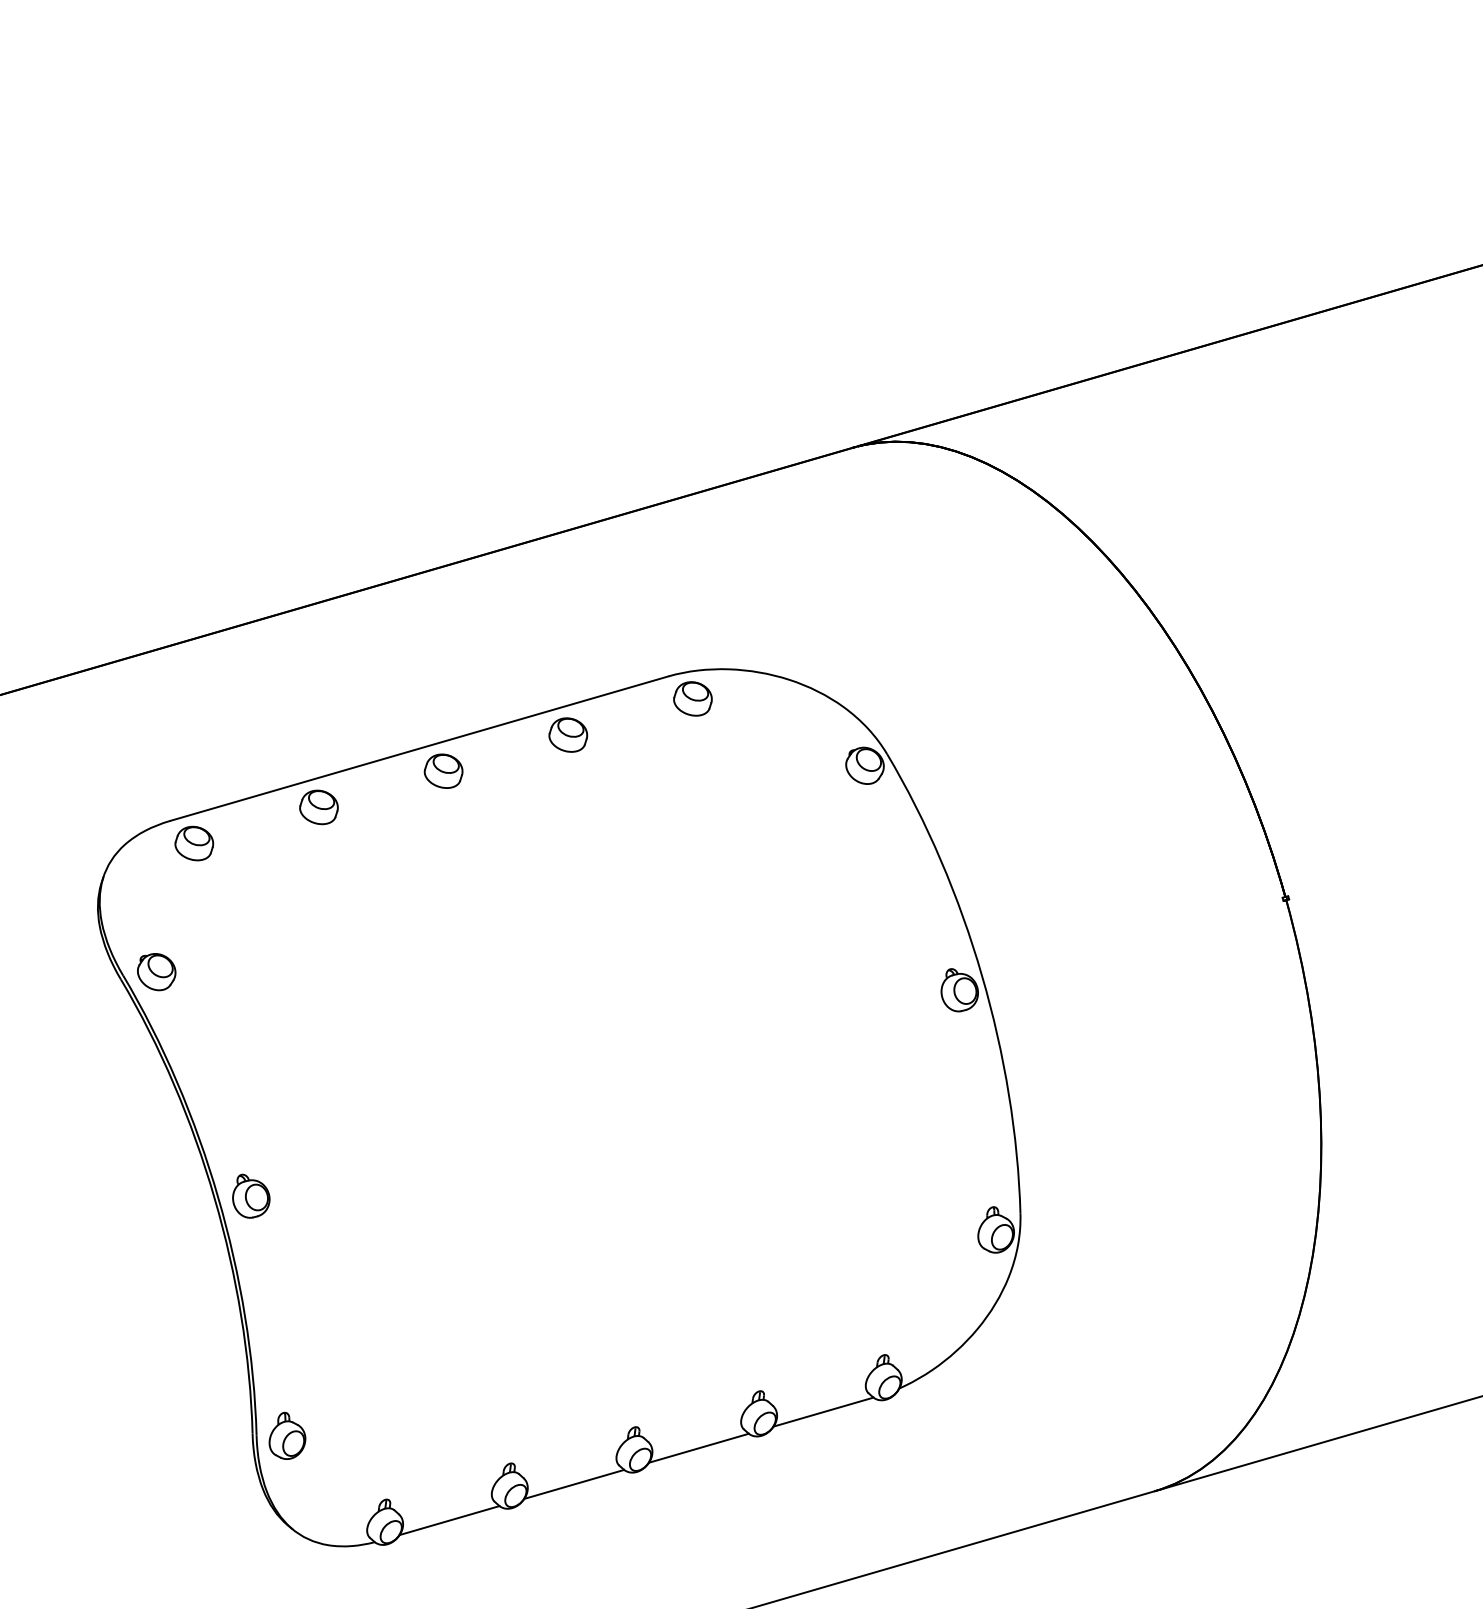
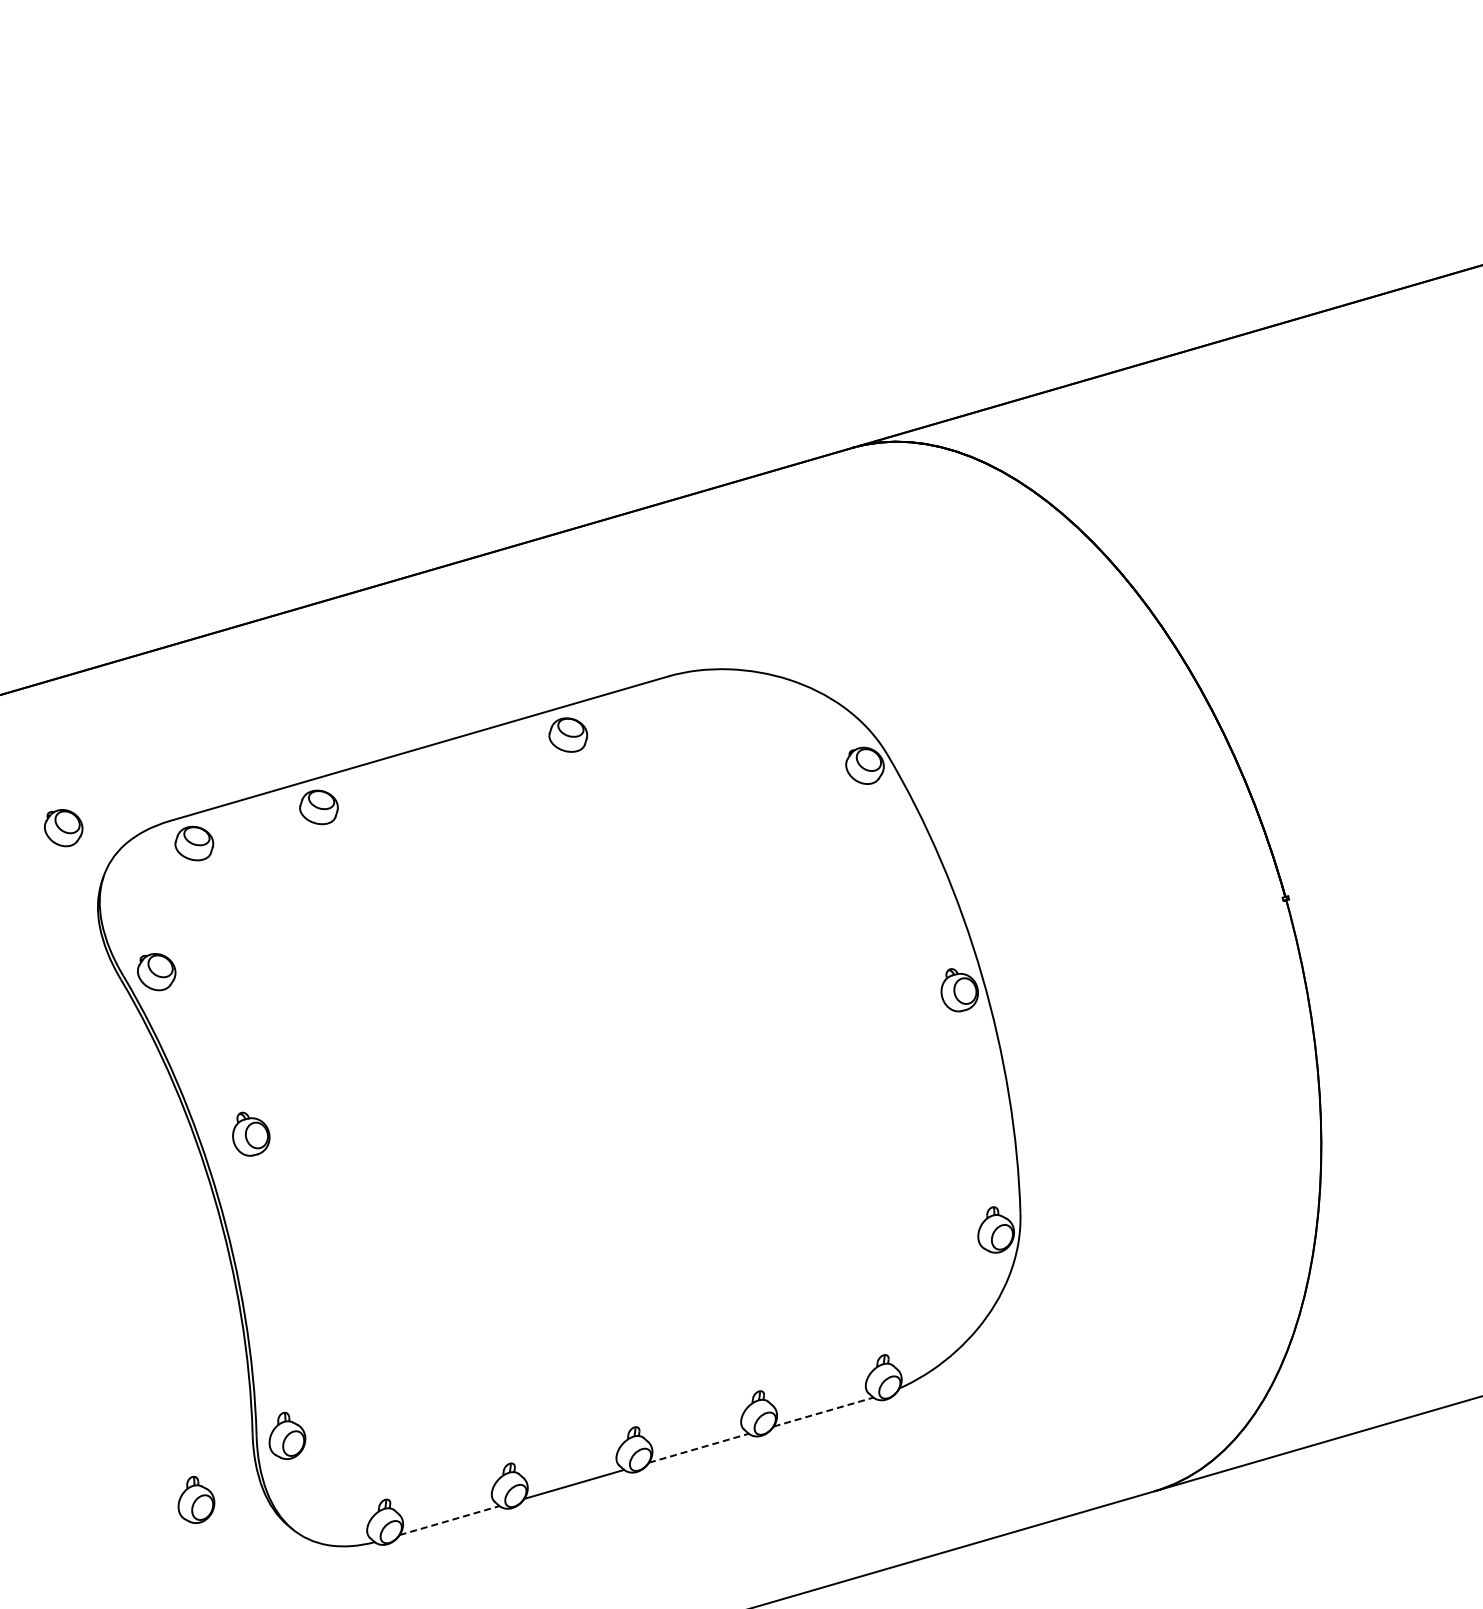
part at (692, 698): present -> none
part at (443, 770): present -> none
part at (63, 828): none -> present
part at (251, 1195) position: (251, 1195) -> (251, 1133)
line at (824, 1411): solid -> dashed
line at (699, 1448): solid -> dashed
part at (196, 1499): none -> present
line at (450, 1520): solid -> dashed
